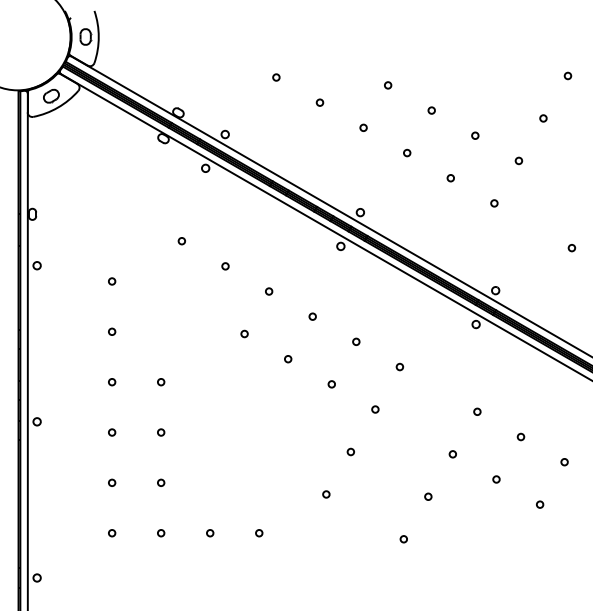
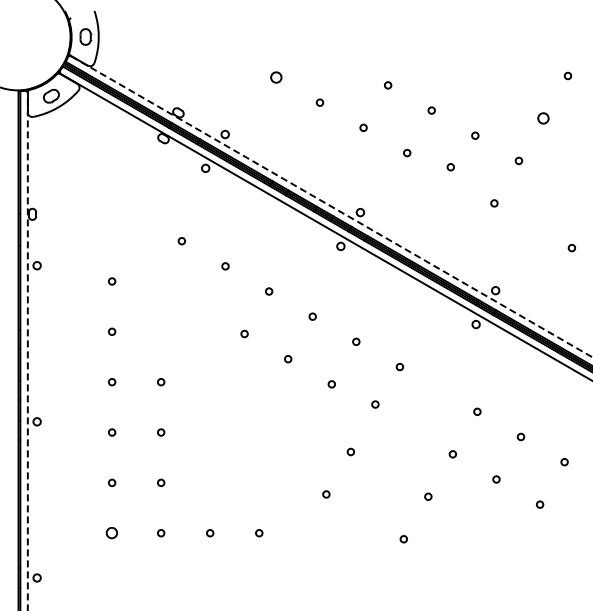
circle at (276, 77) size: 9x9 px -> 13x13 px
circle at (543, 118) size: 9x9 px -> 13x13 px
circle at (450, 178) position: (450, 178) -> (450, 167)
line at (332, 207): solid -> dashed
line at (27, 351): solid -> dashed
circle at (375, 409) position: (375, 409) -> (375, 404)
circle at (112, 533) size: 9x9 px -> 13x13 px
